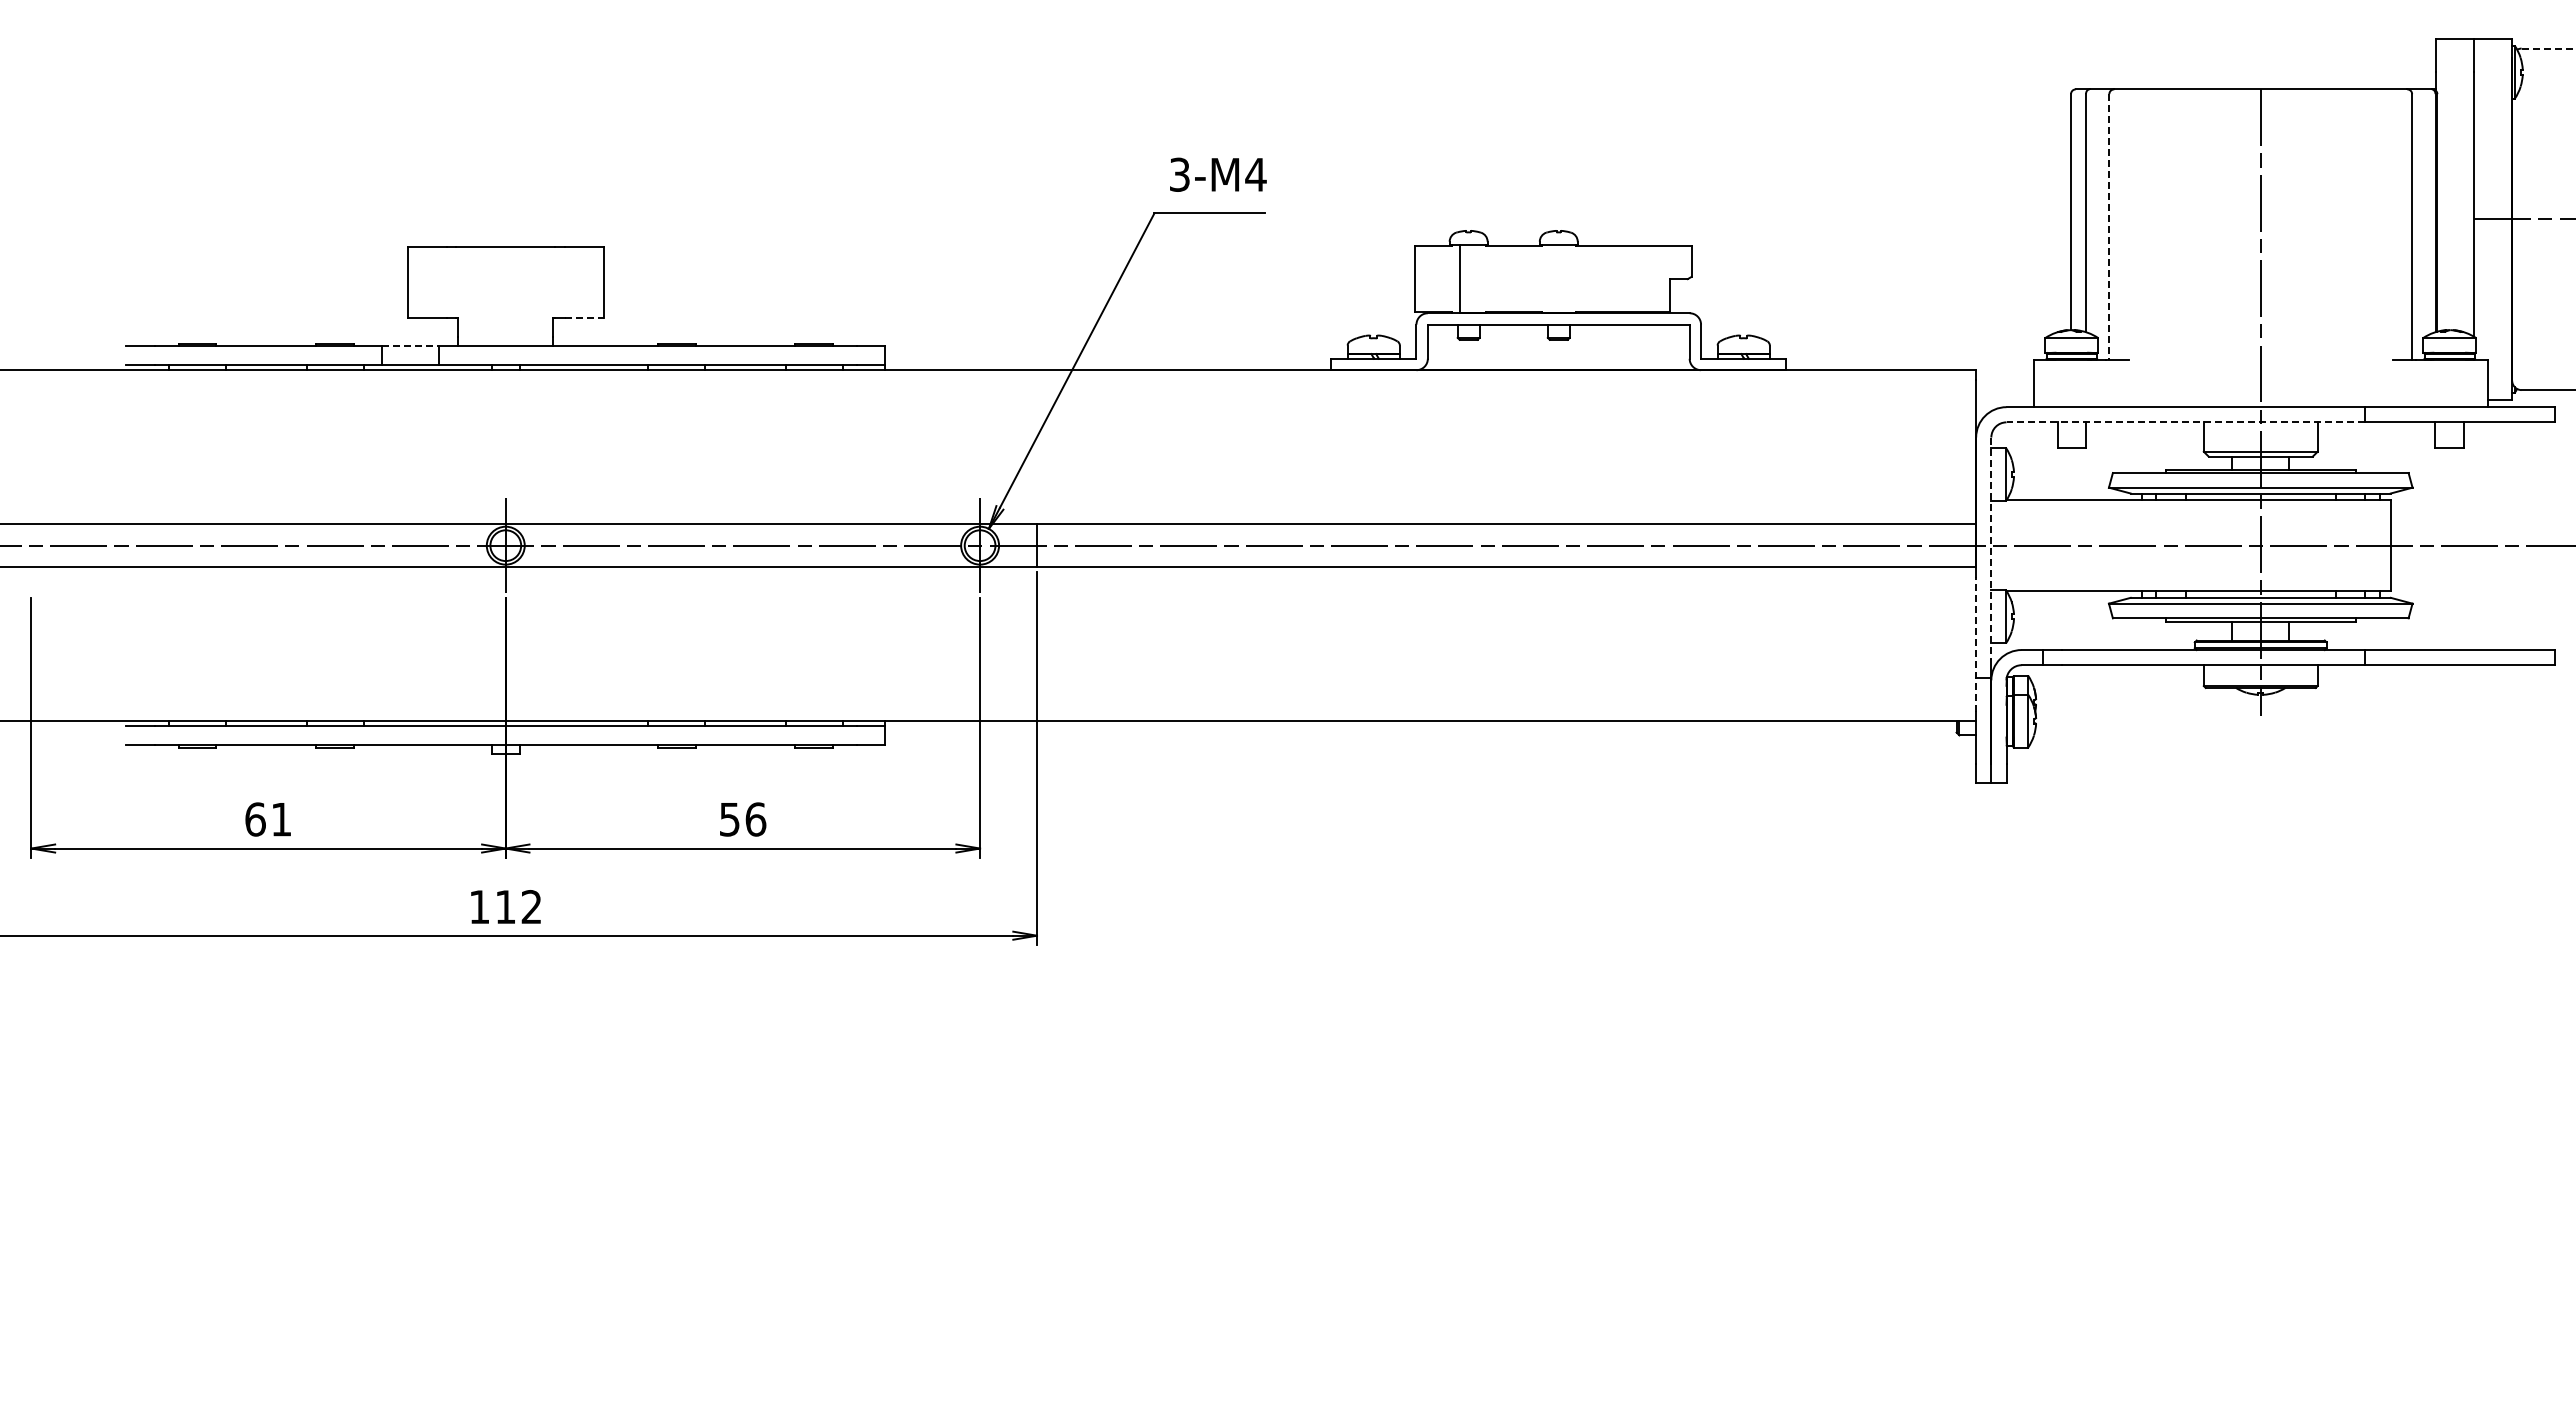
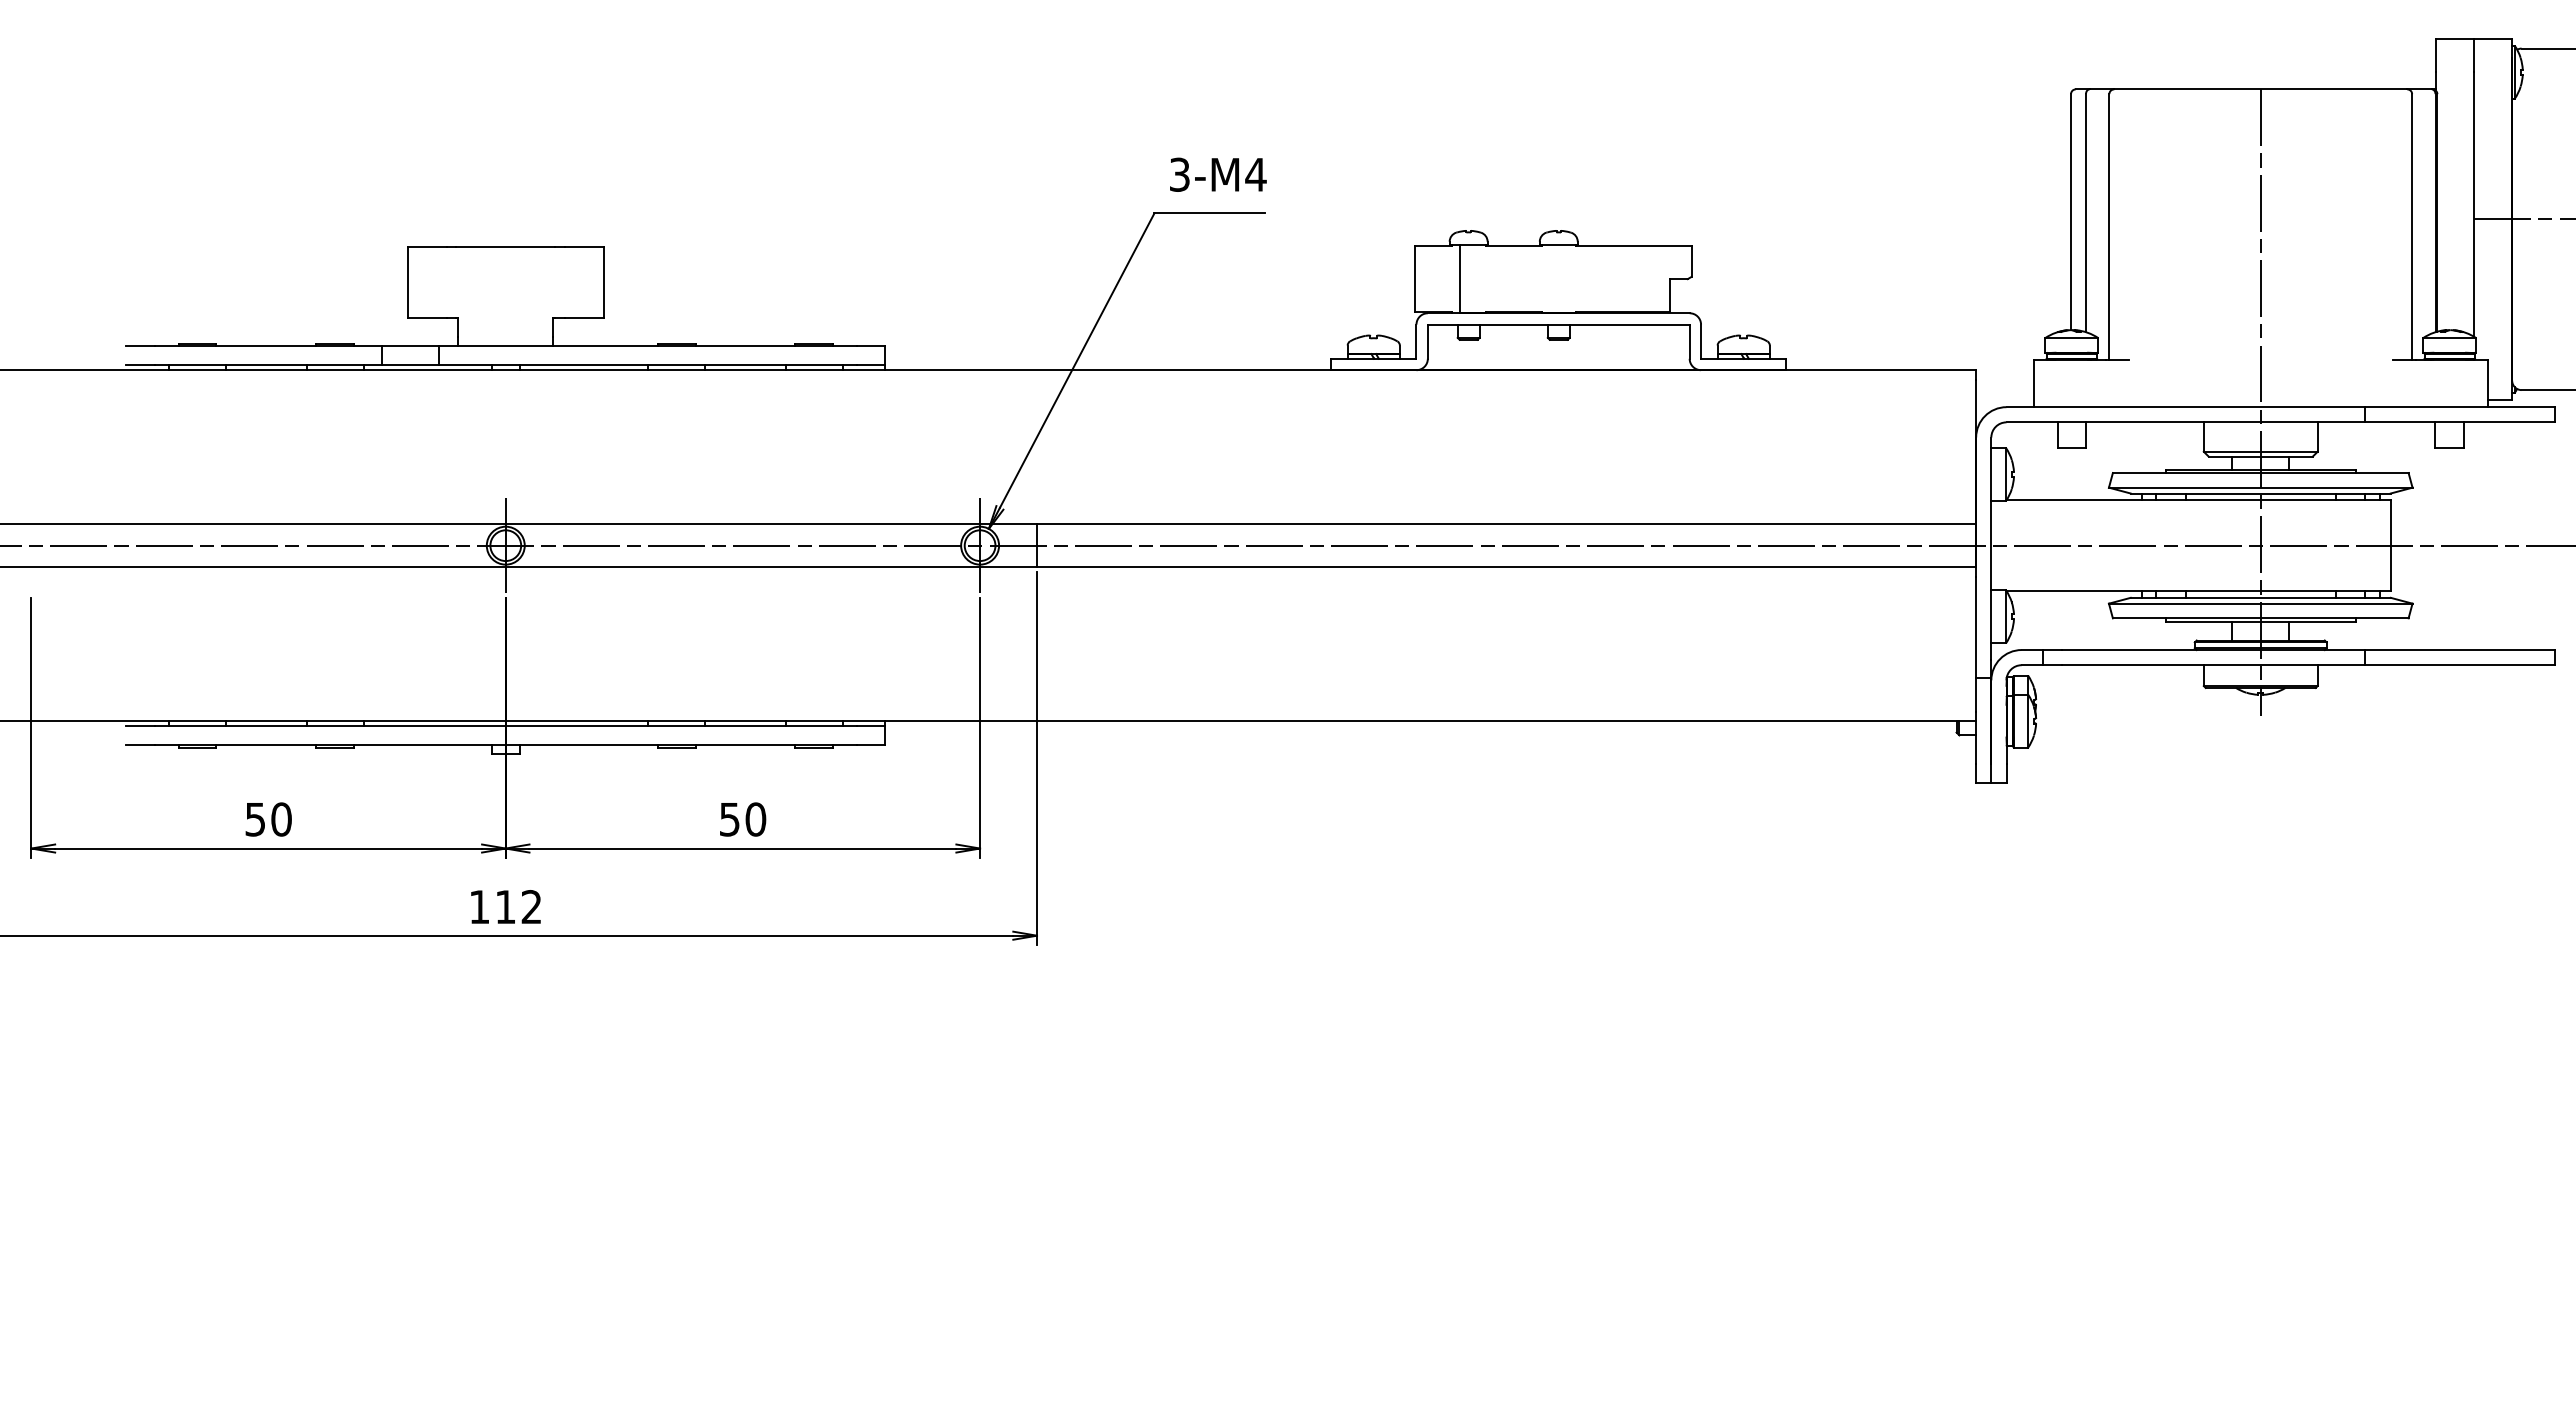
line at (2548, 48): dashed -> solid
line at (2109, 226): dashed -> solid
line at (584, 318): dashed -> solid
line at (411, 346): dashed -> solid
line at (2185, 422): dashed -> solid
line at (1991, 548): dashed -> solid
line at (1976, 644): dashed -> solid
text at (268, 819): 61 -> 50
text at (755, 819): 56 -> 50
